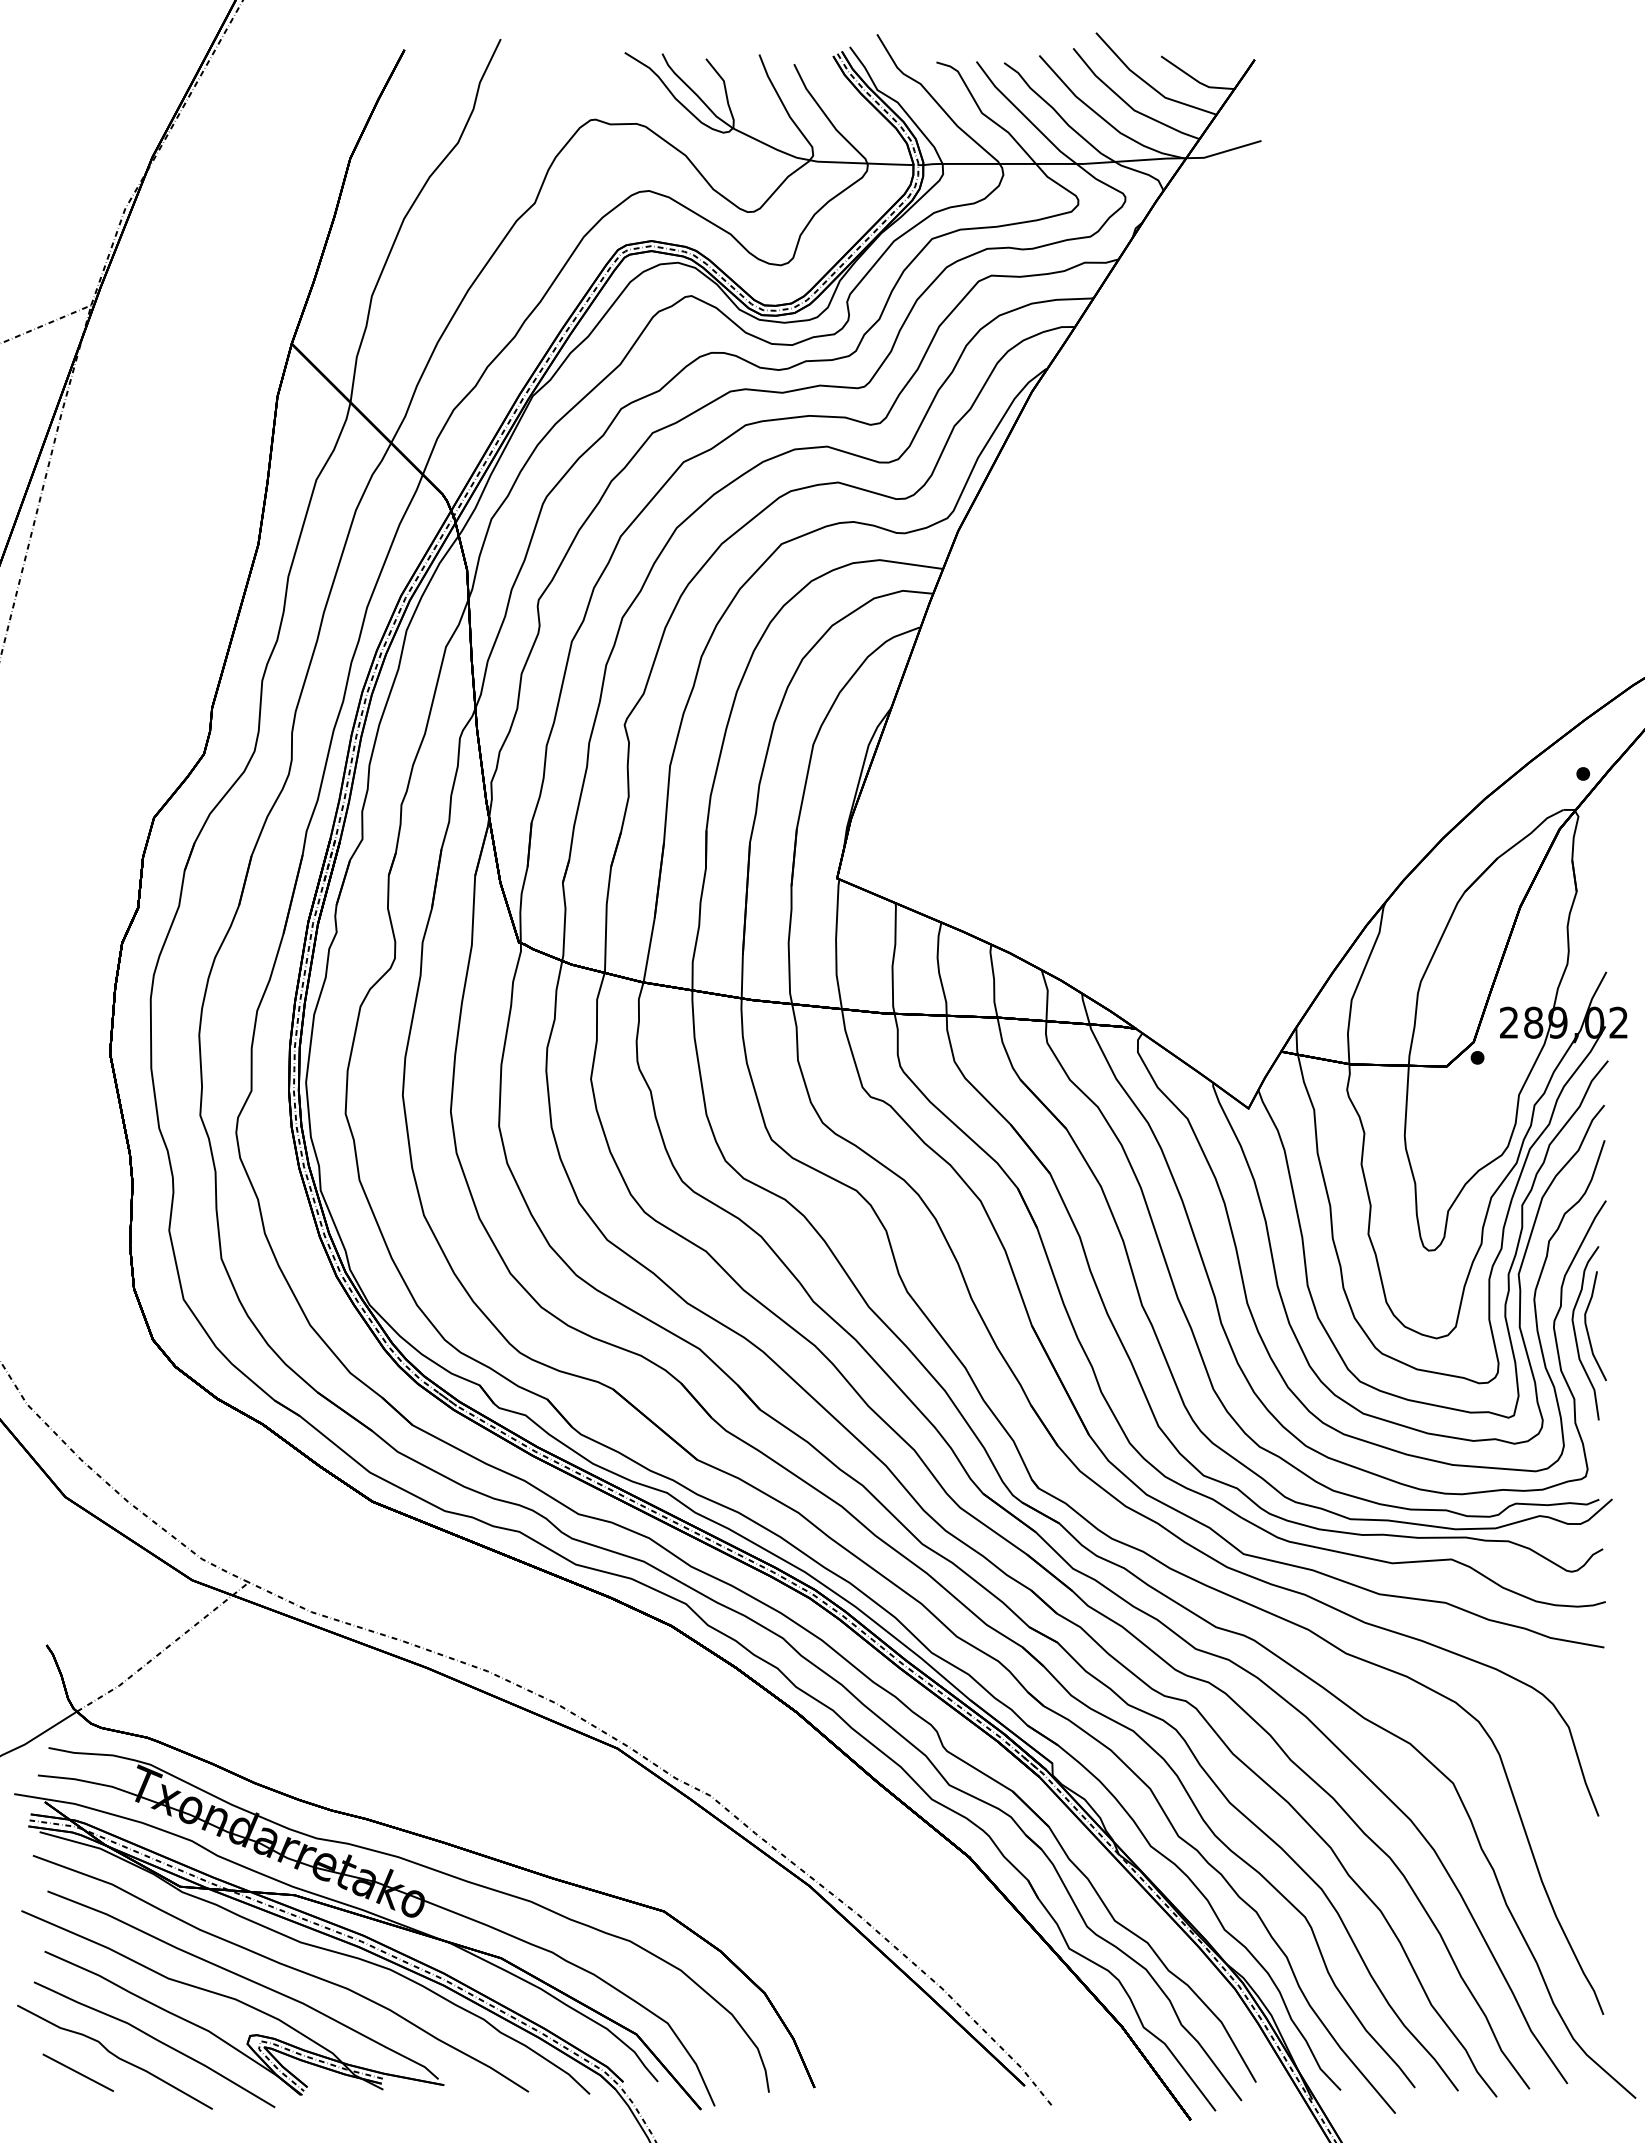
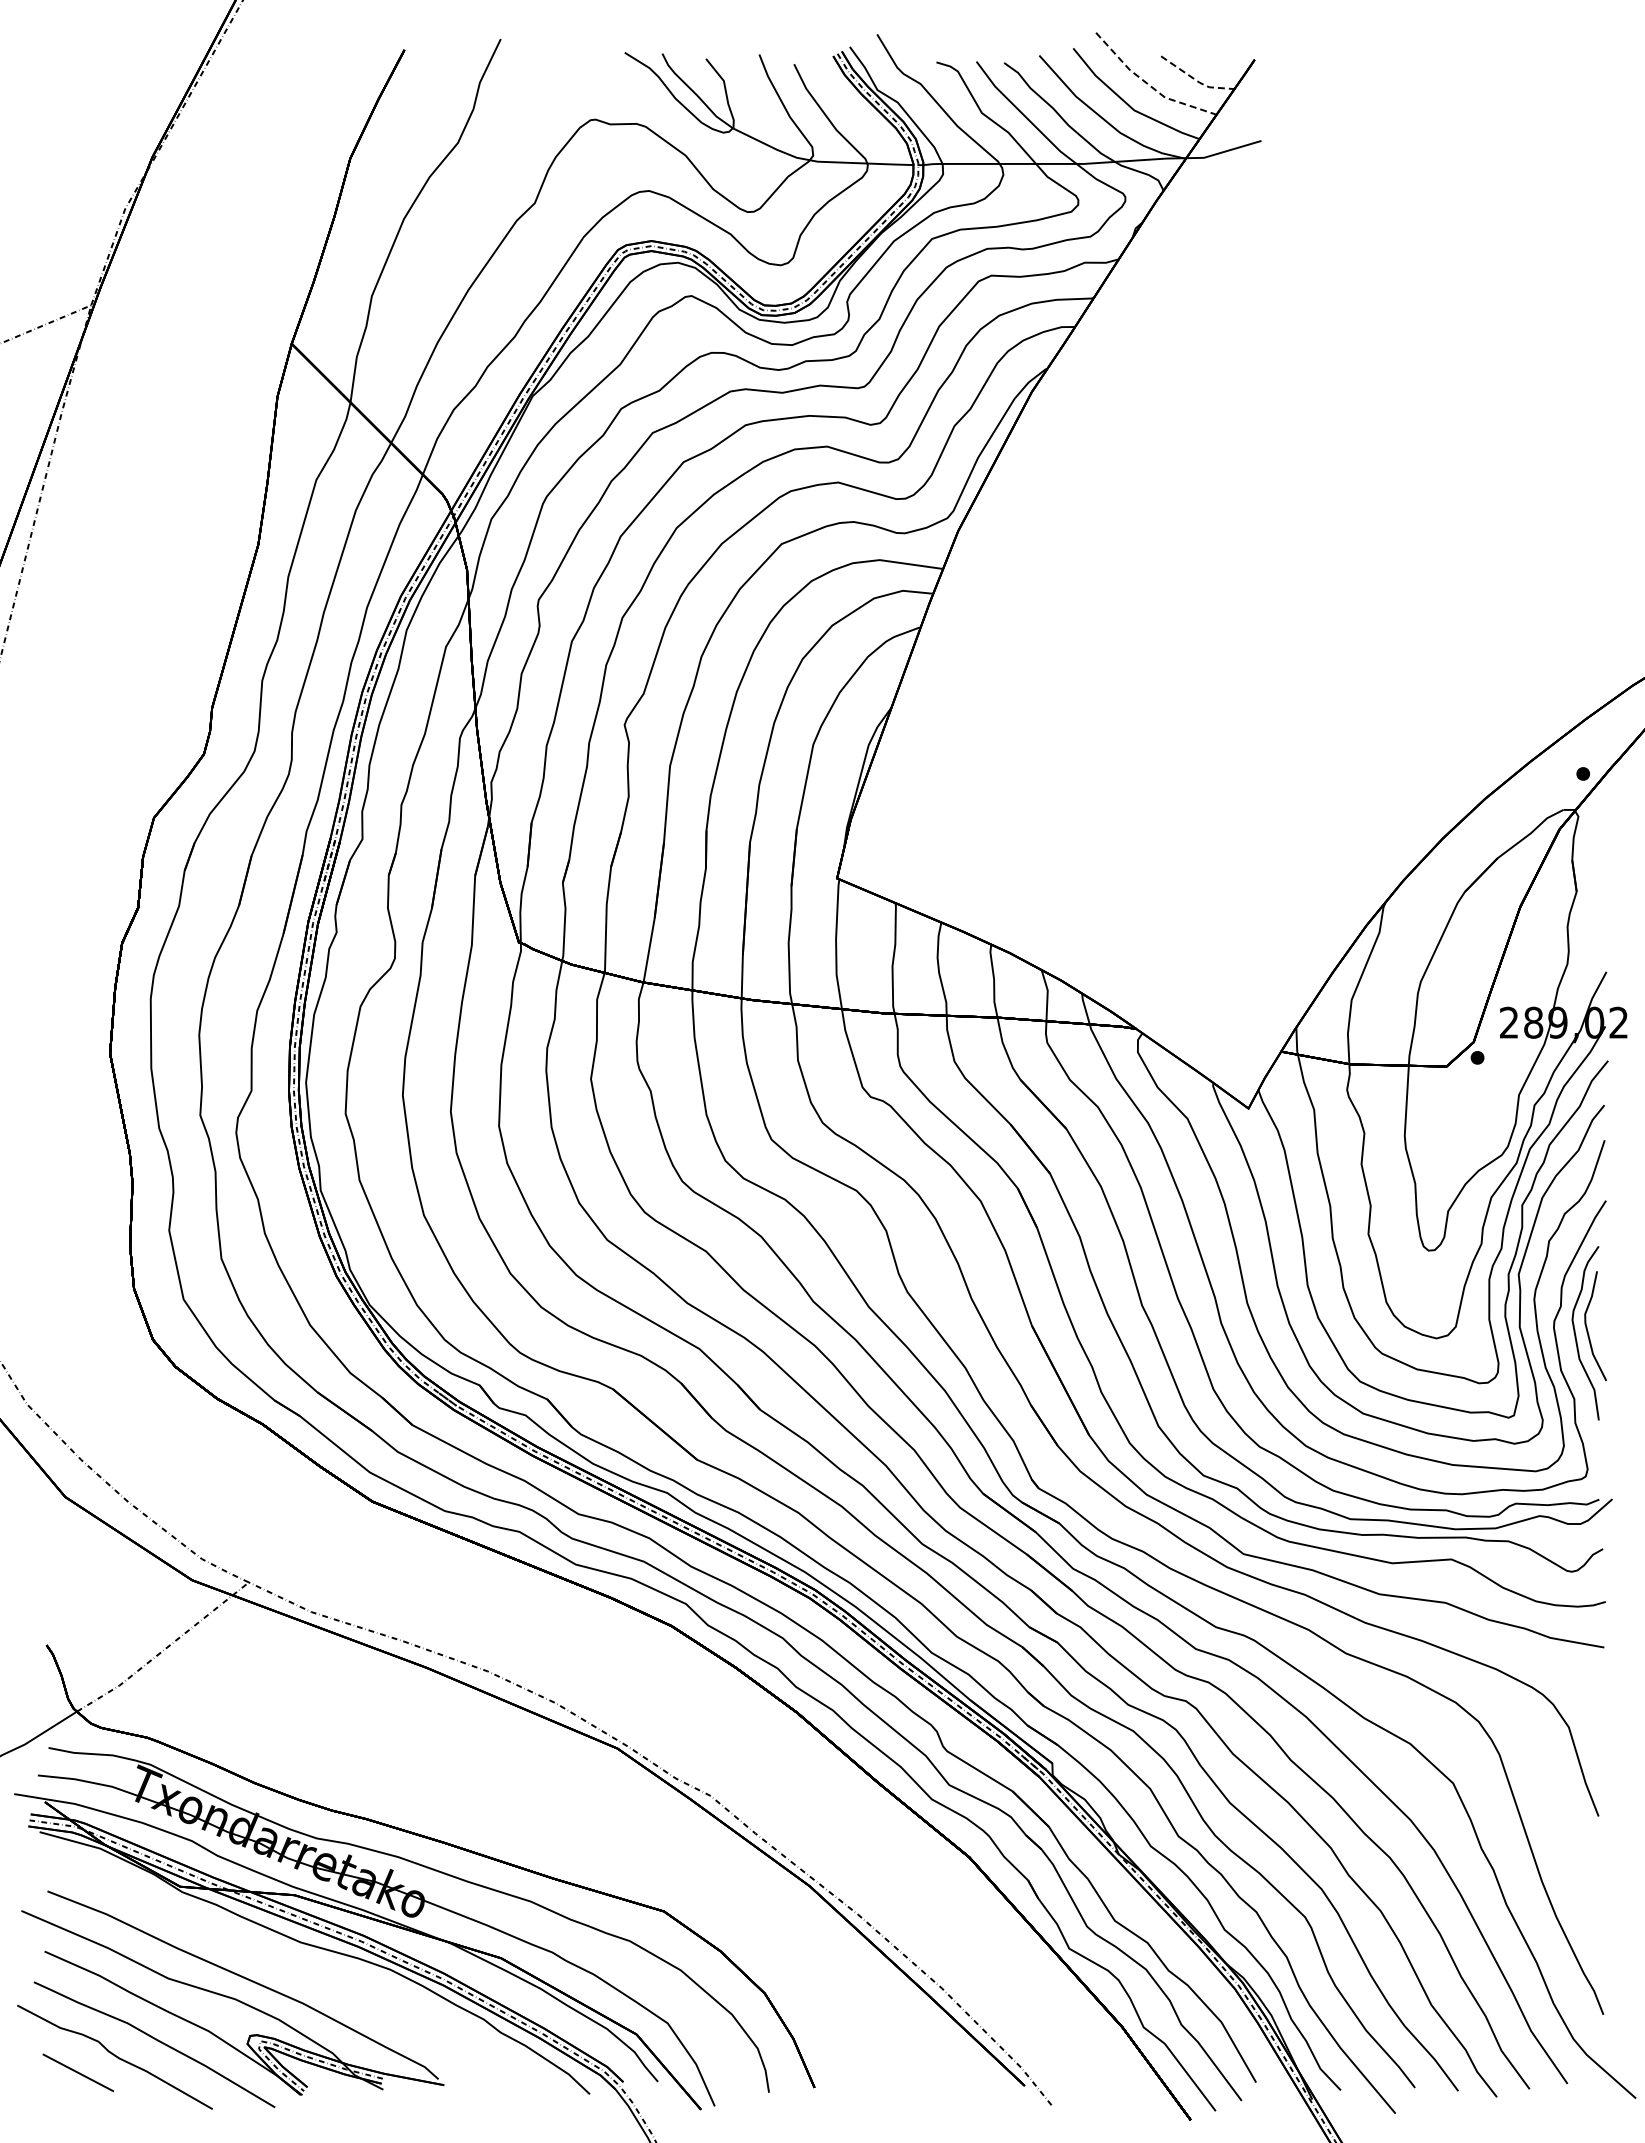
line at (1196, 80): solid -> dashed
line at (1149, 84): solid -> dashed
curve at (284, 1966): present -> none
